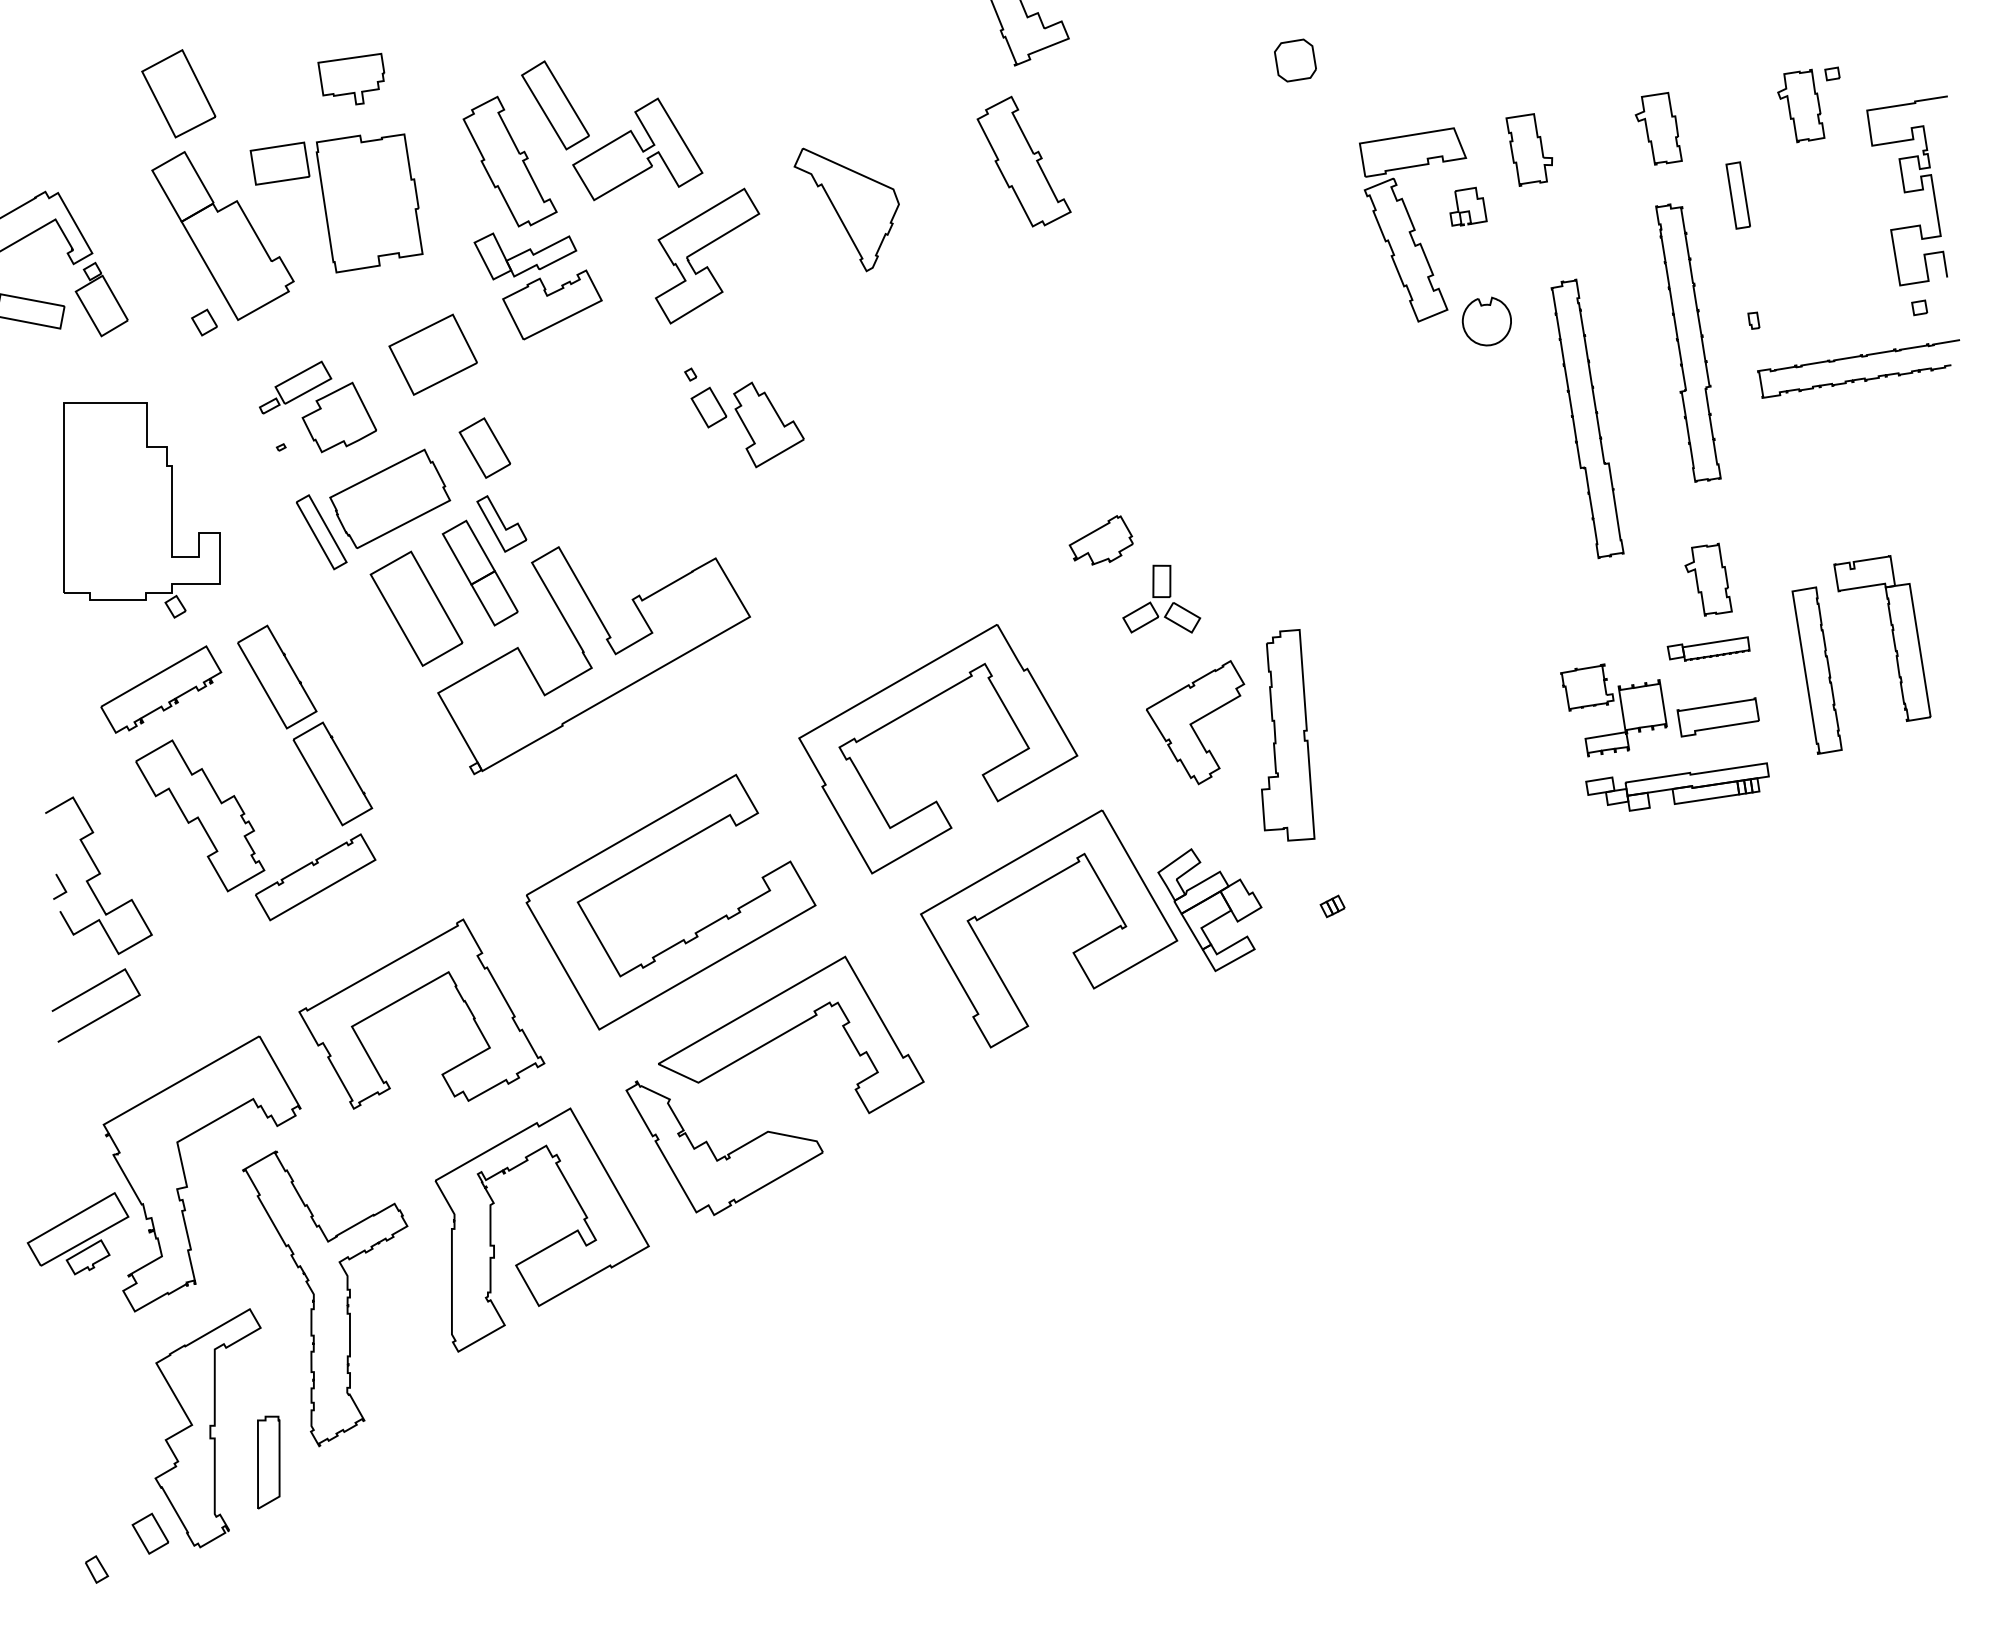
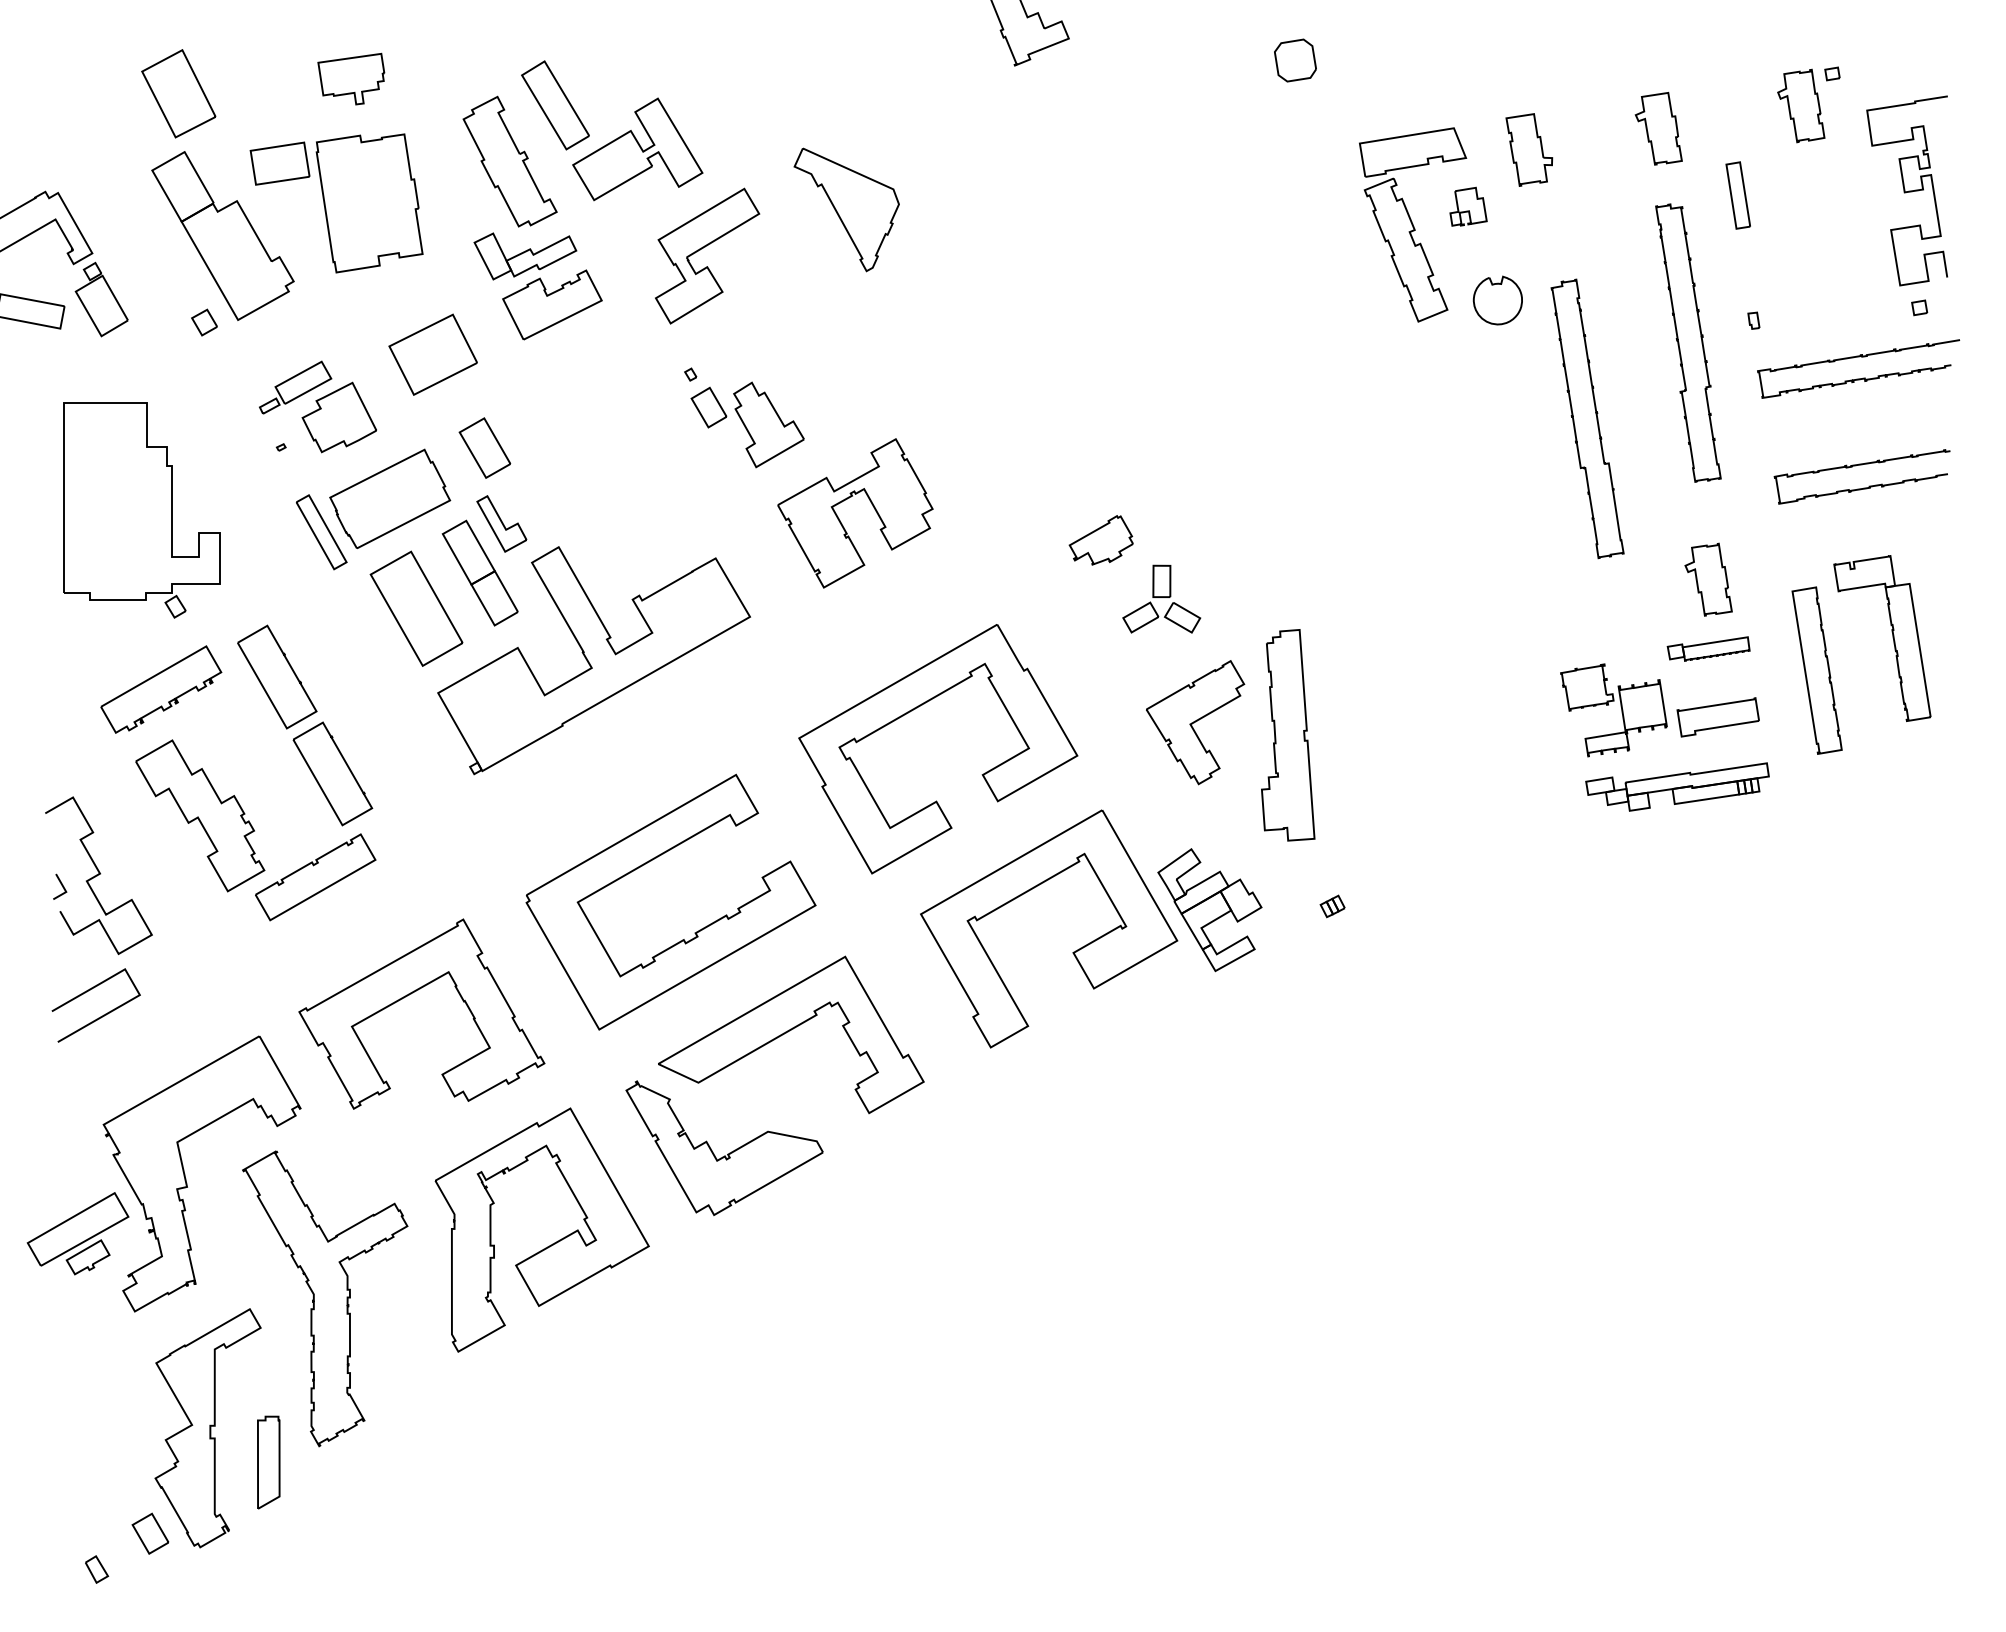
part at (1023, 161): present -> none
part at (1486, 321) position: (1486, 321) -> (1497, 300)
curve at (1861, 465): none -> present
part at (847, 499): none -> present
